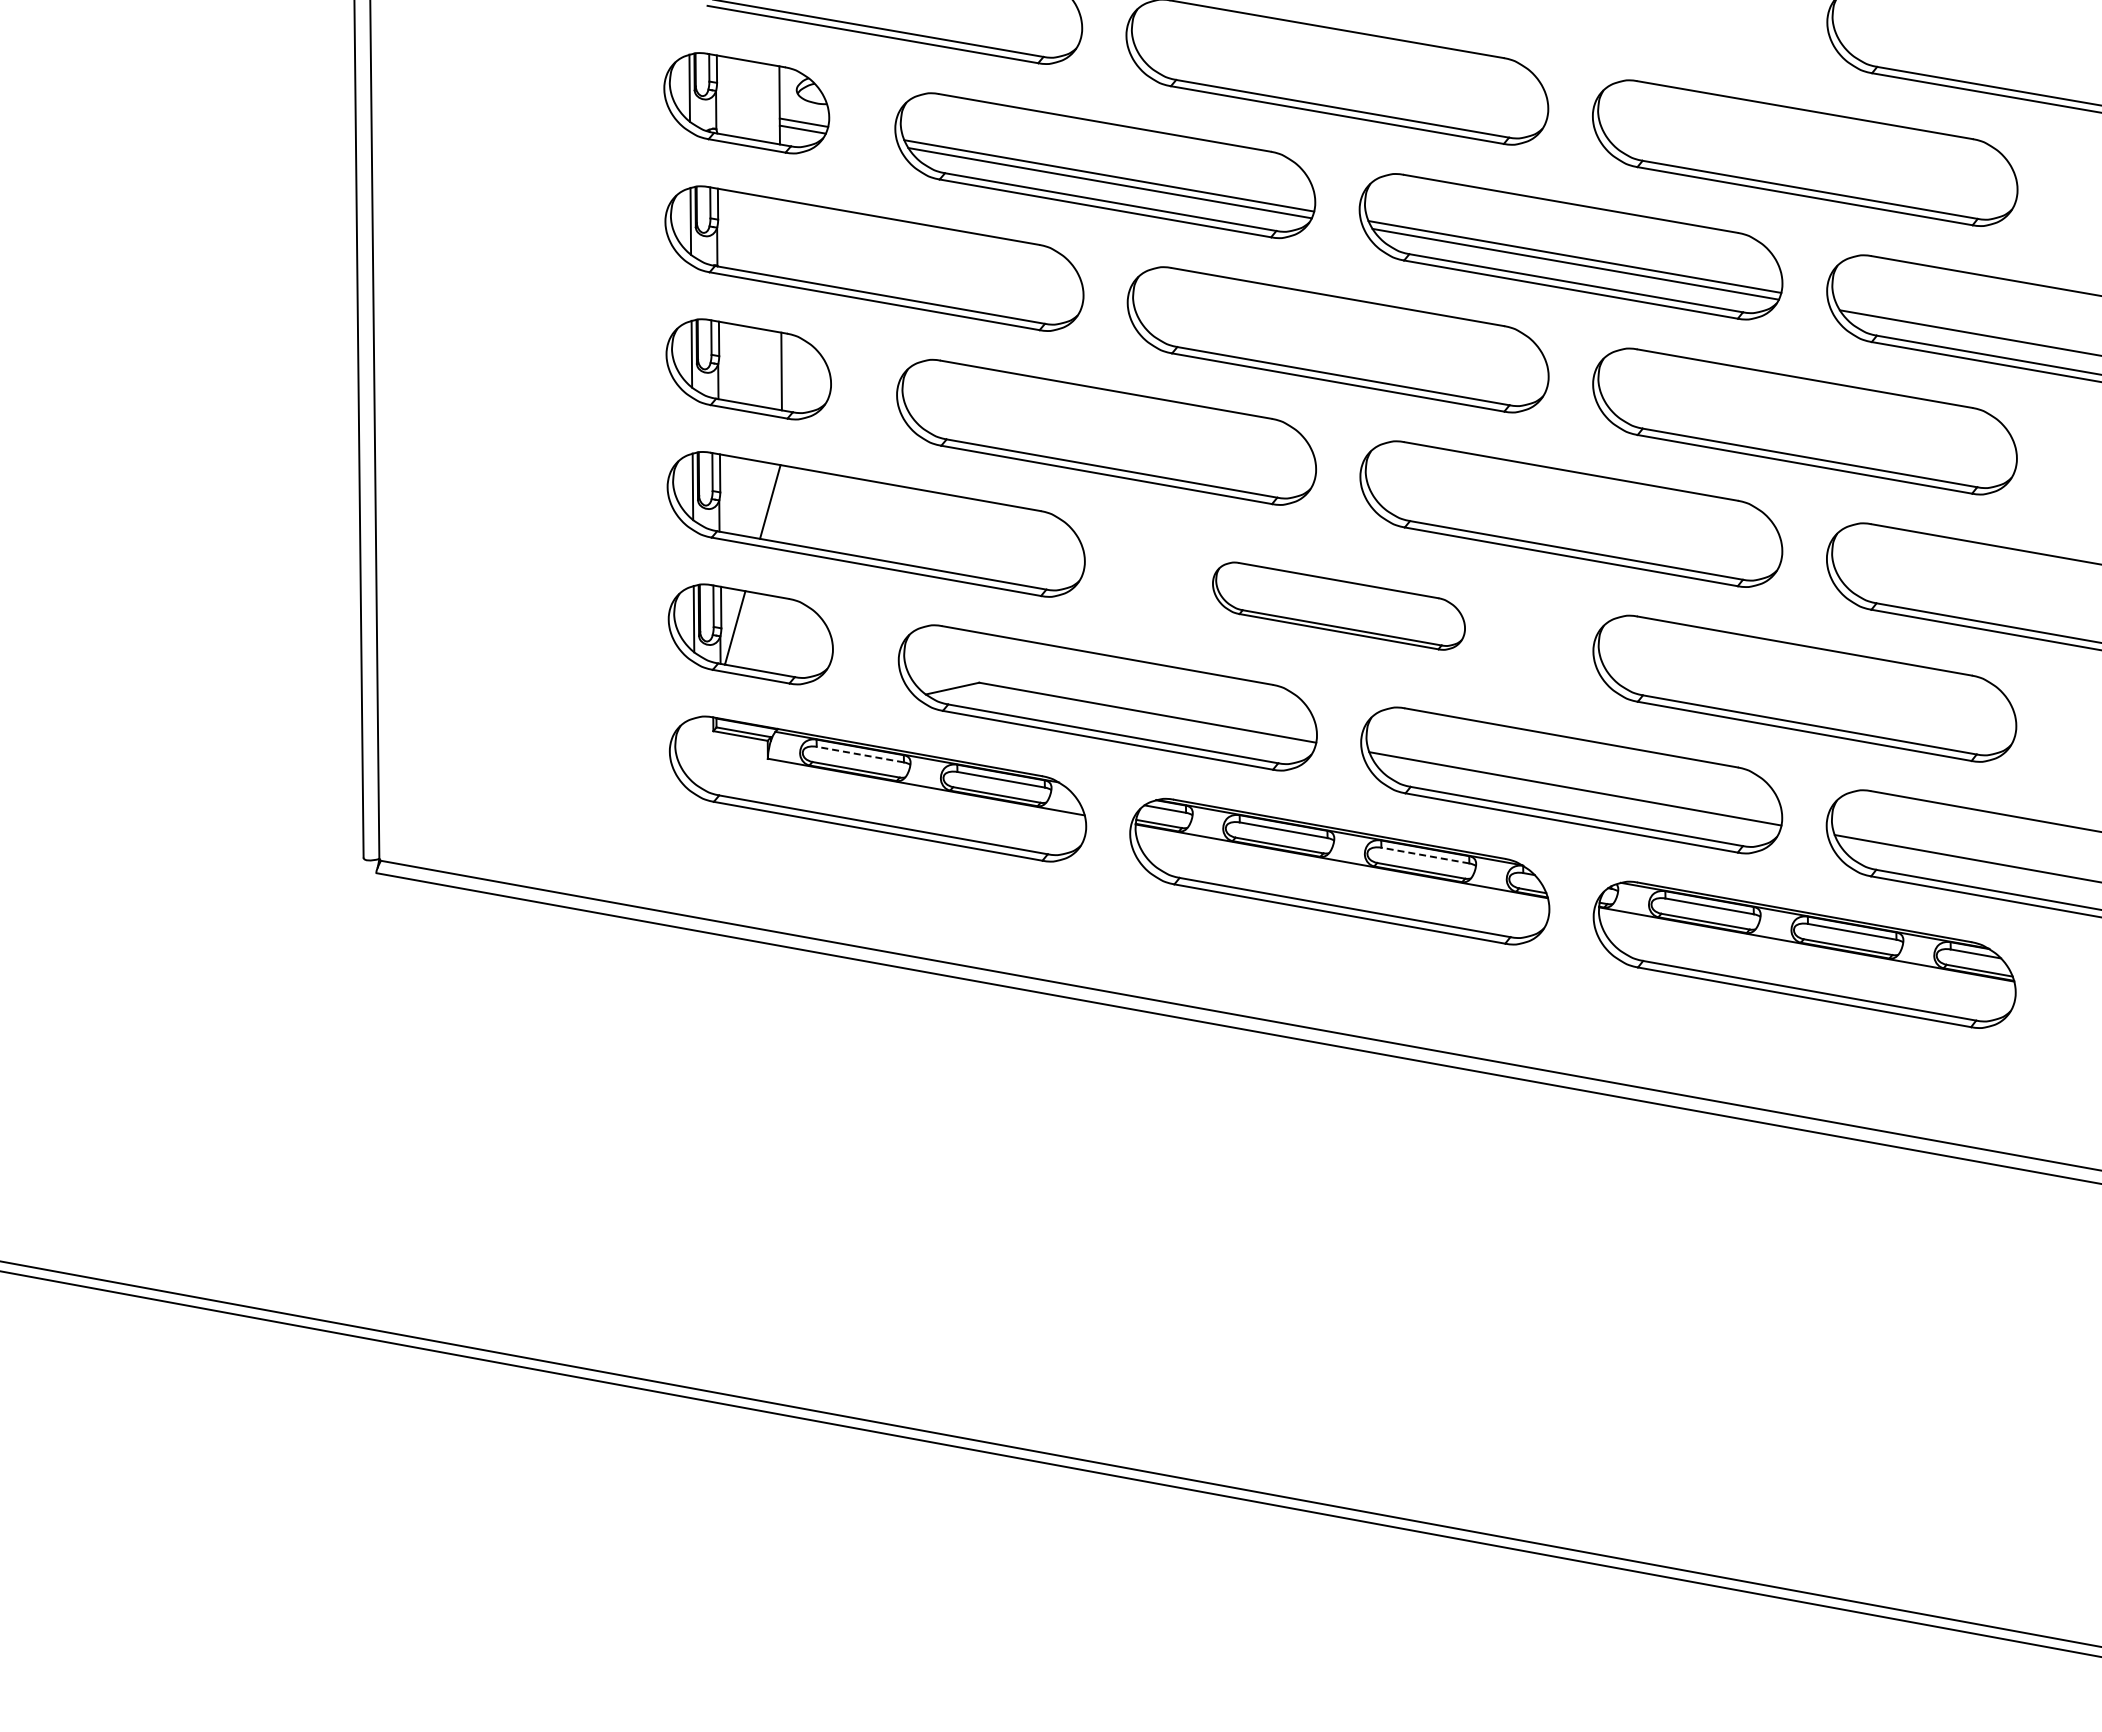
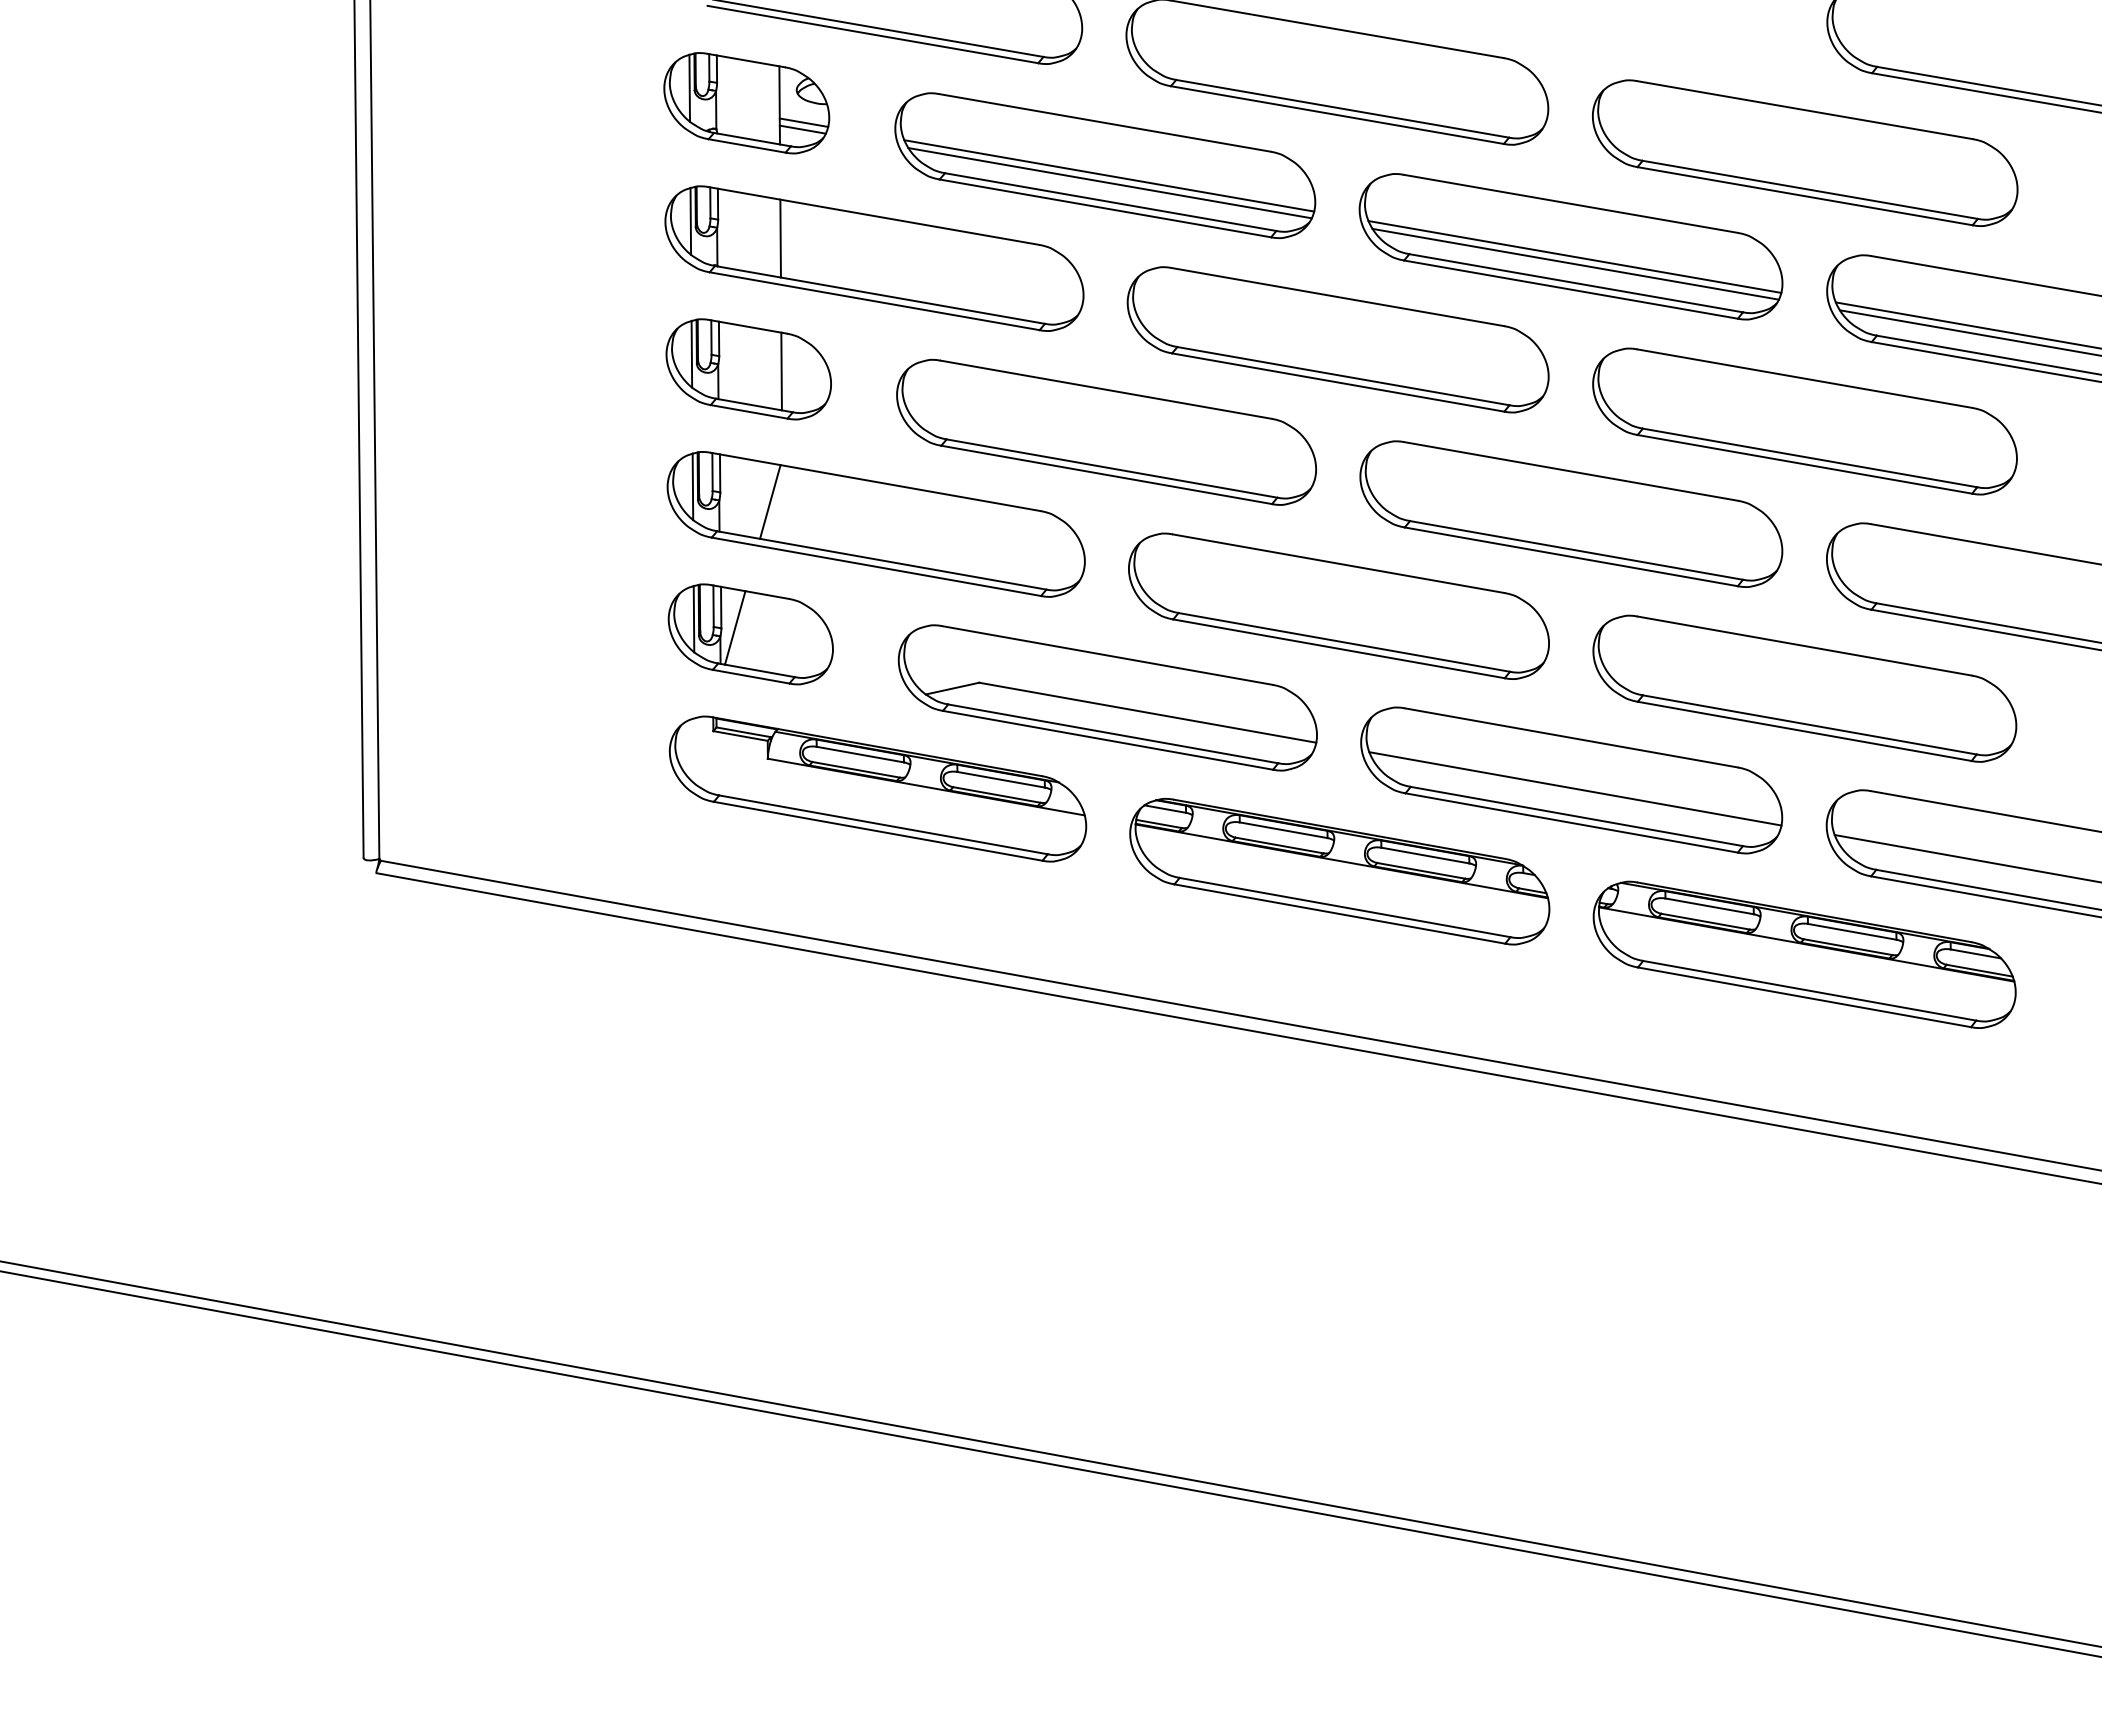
line at (780, 238): none -> present
line at (1966, 325): none -> present
part at (1338, 605) size: 254x90 px -> 422x148 px
line at (859, 754): dashed -> solid
line at (1425, 855): dashed -> solid
